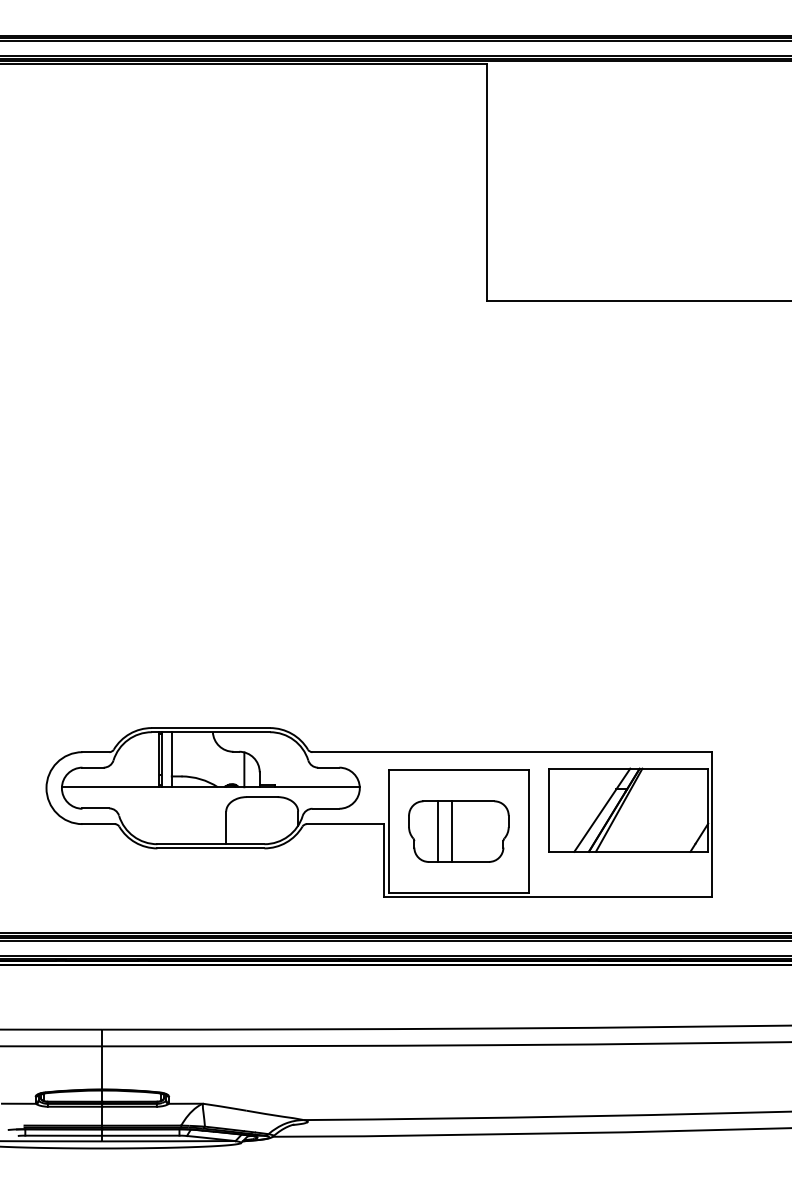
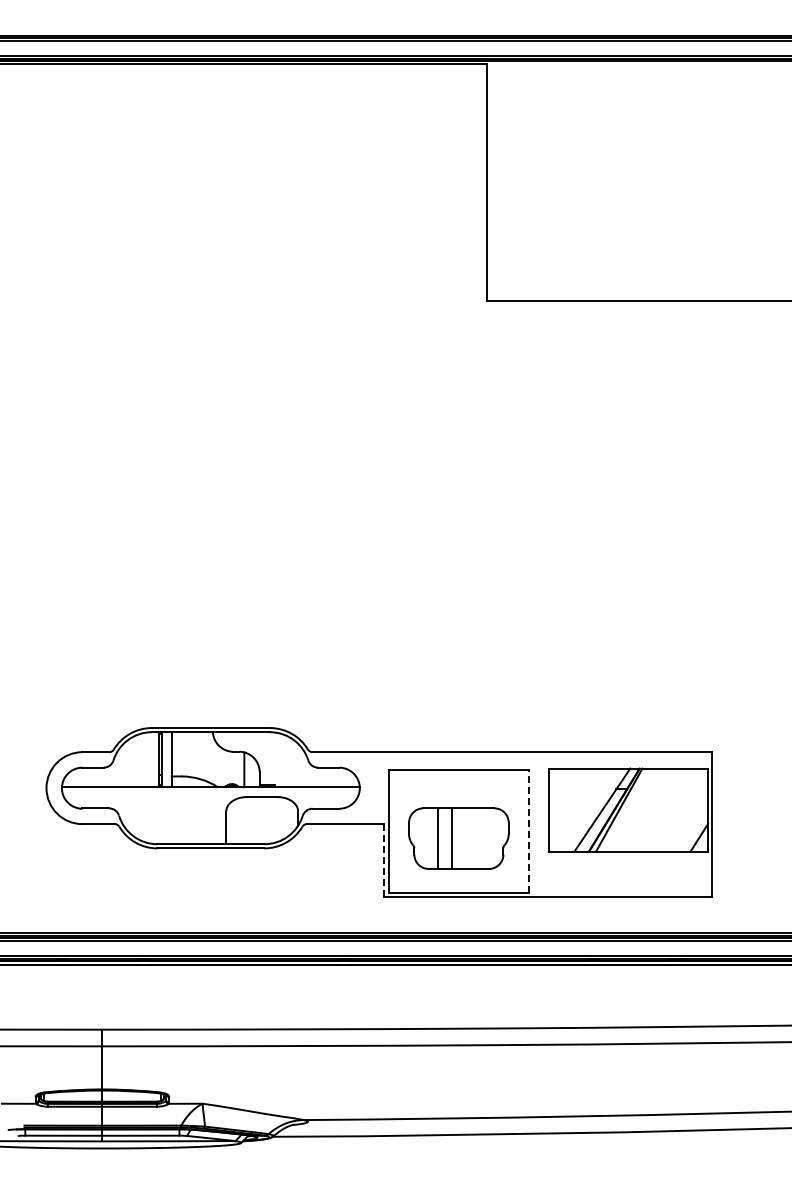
part at (458, 831) position: (458, 831) -> (458, 838)
line at (529, 831): solid -> dashed
line at (384, 861): solid -> dashed
